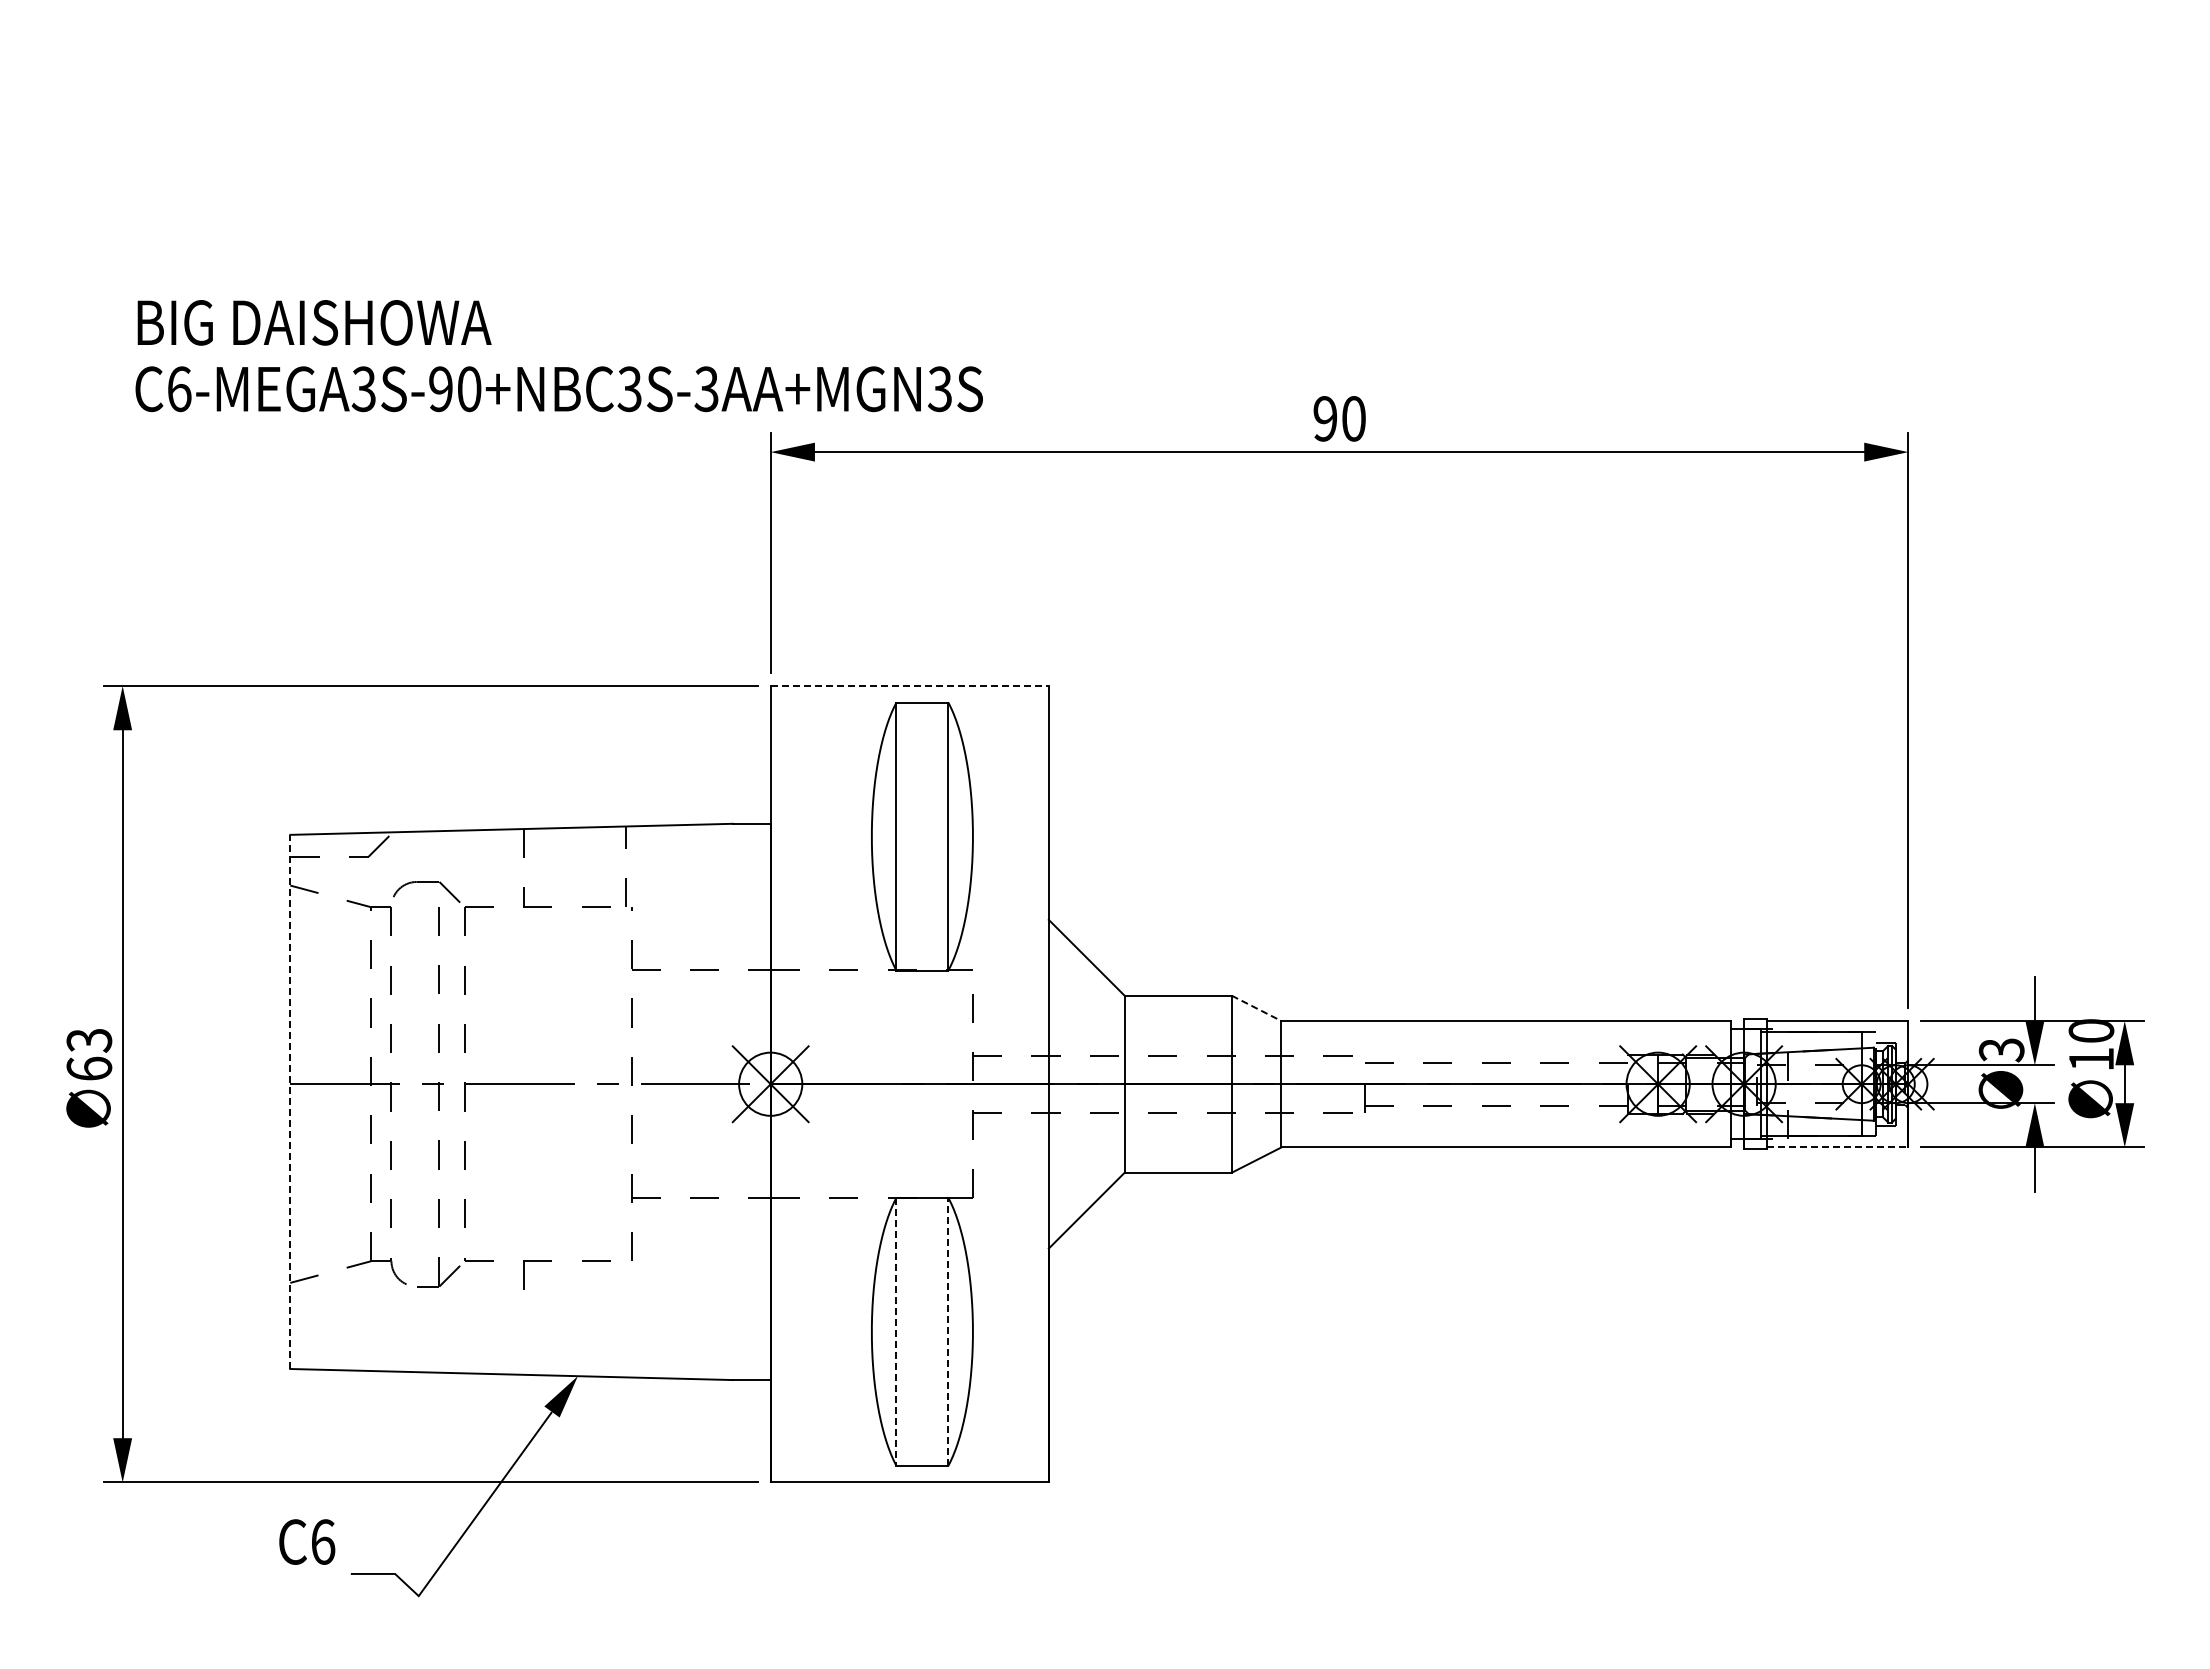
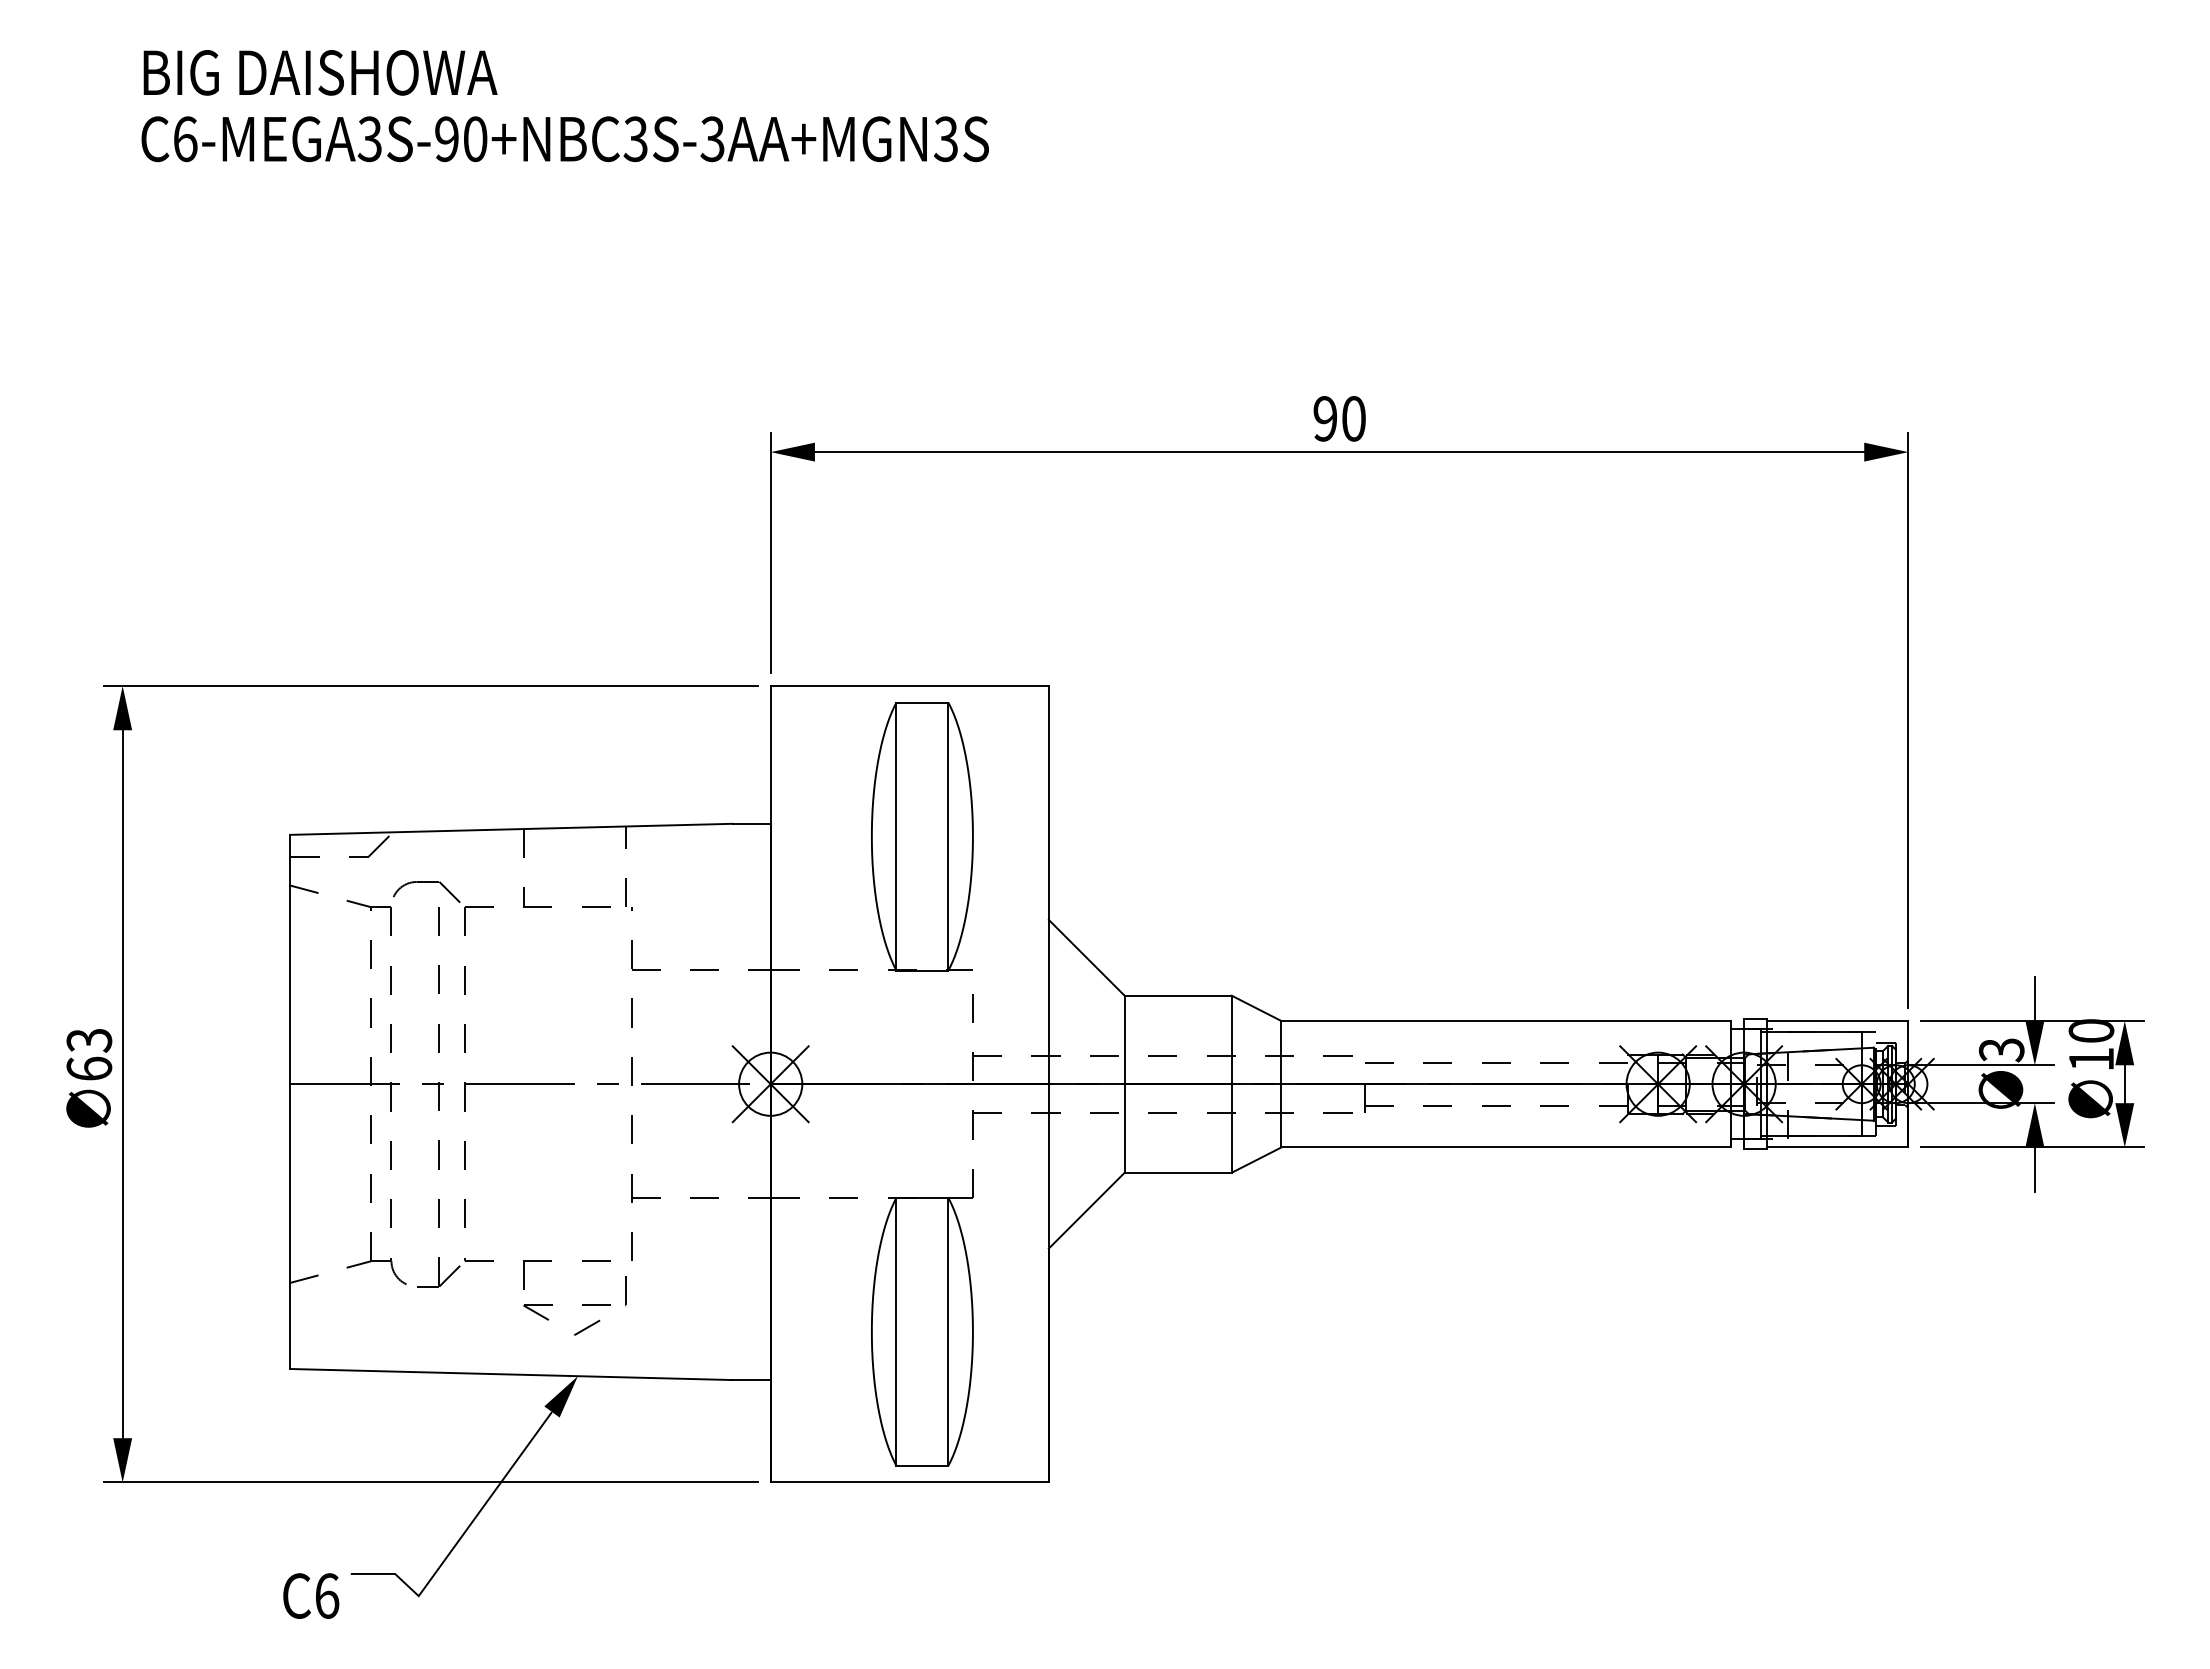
text at (558, 356) position: (558, 356) -> (564, 106)
line at (910, 686): dashed -> solid
line at (1256, 1008): dashed -> solid
line at (290, 1101): dashed -> solid
line at (1837, 1147): dashed -> solid
part at (582, 1305): none -> present
line at (948, 1331): dashed -> solid
line at (896, 1332): dashed -> solid
text at (307, 1541) position: (307, 1541) -> (311, 1595)
